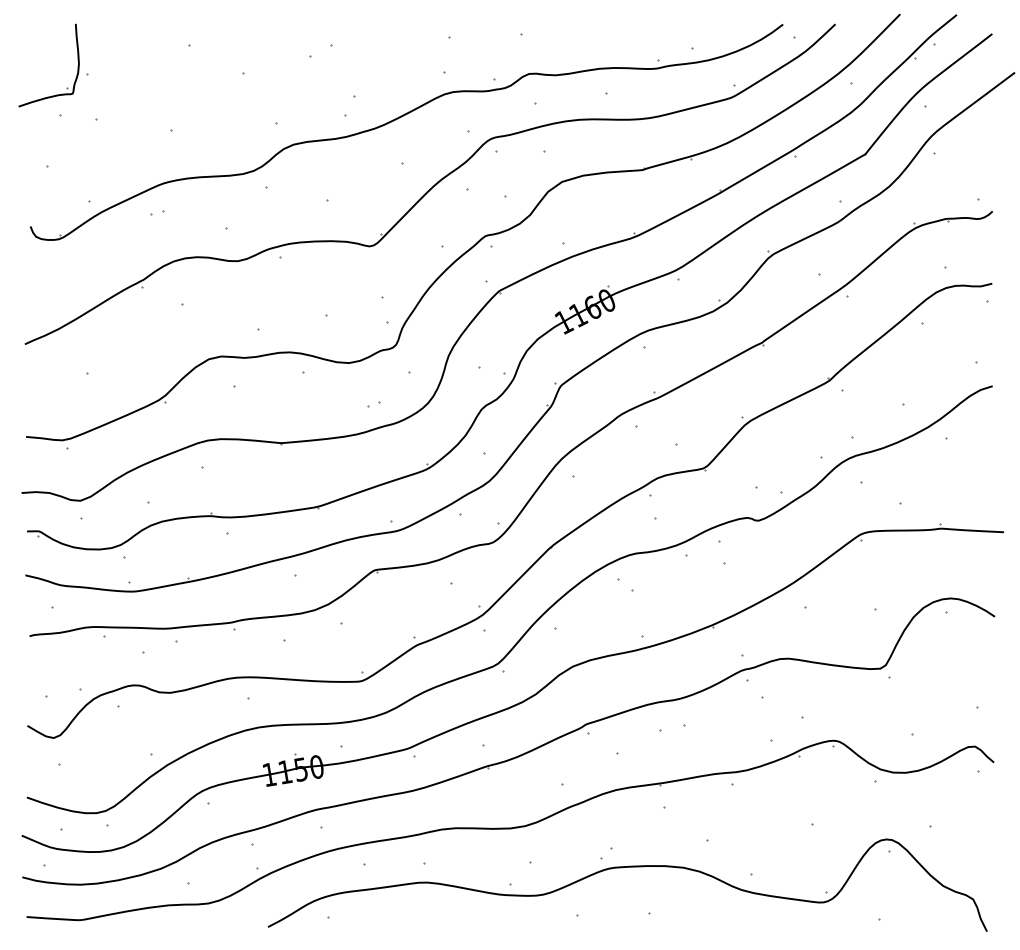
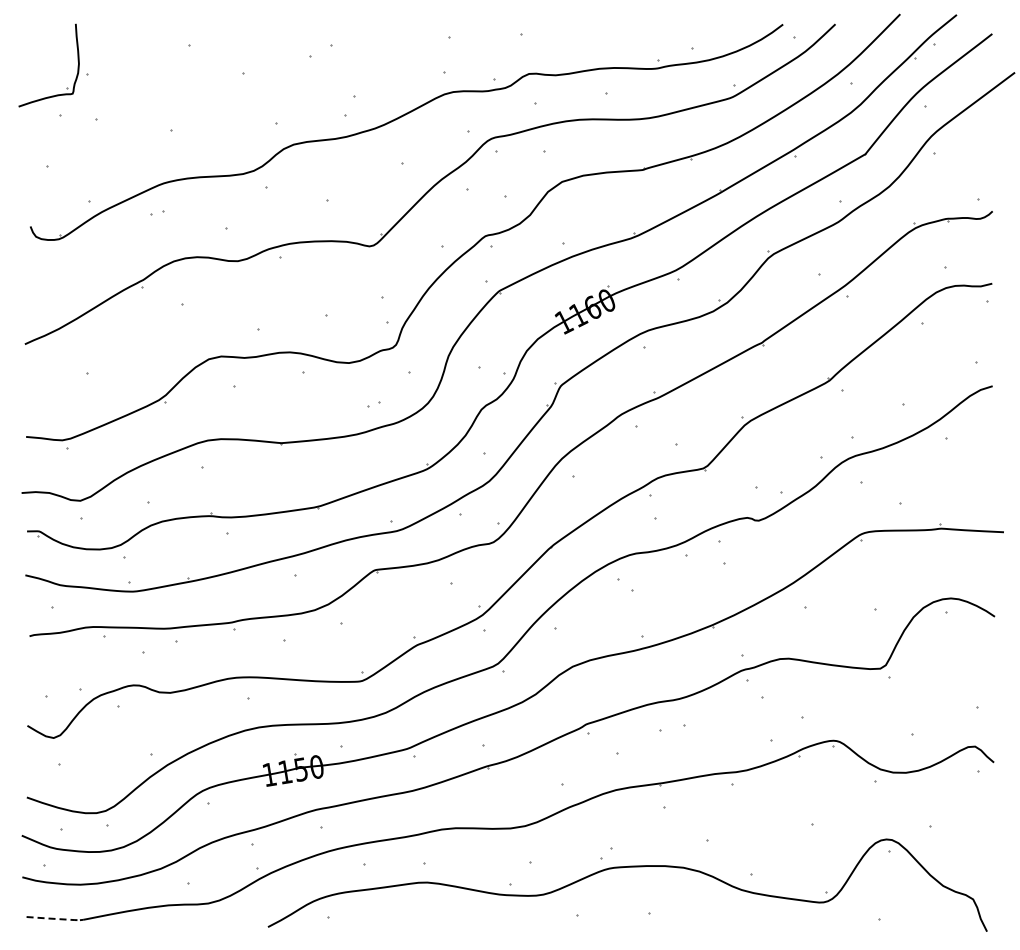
line at (54, 918): solid -> dashed
